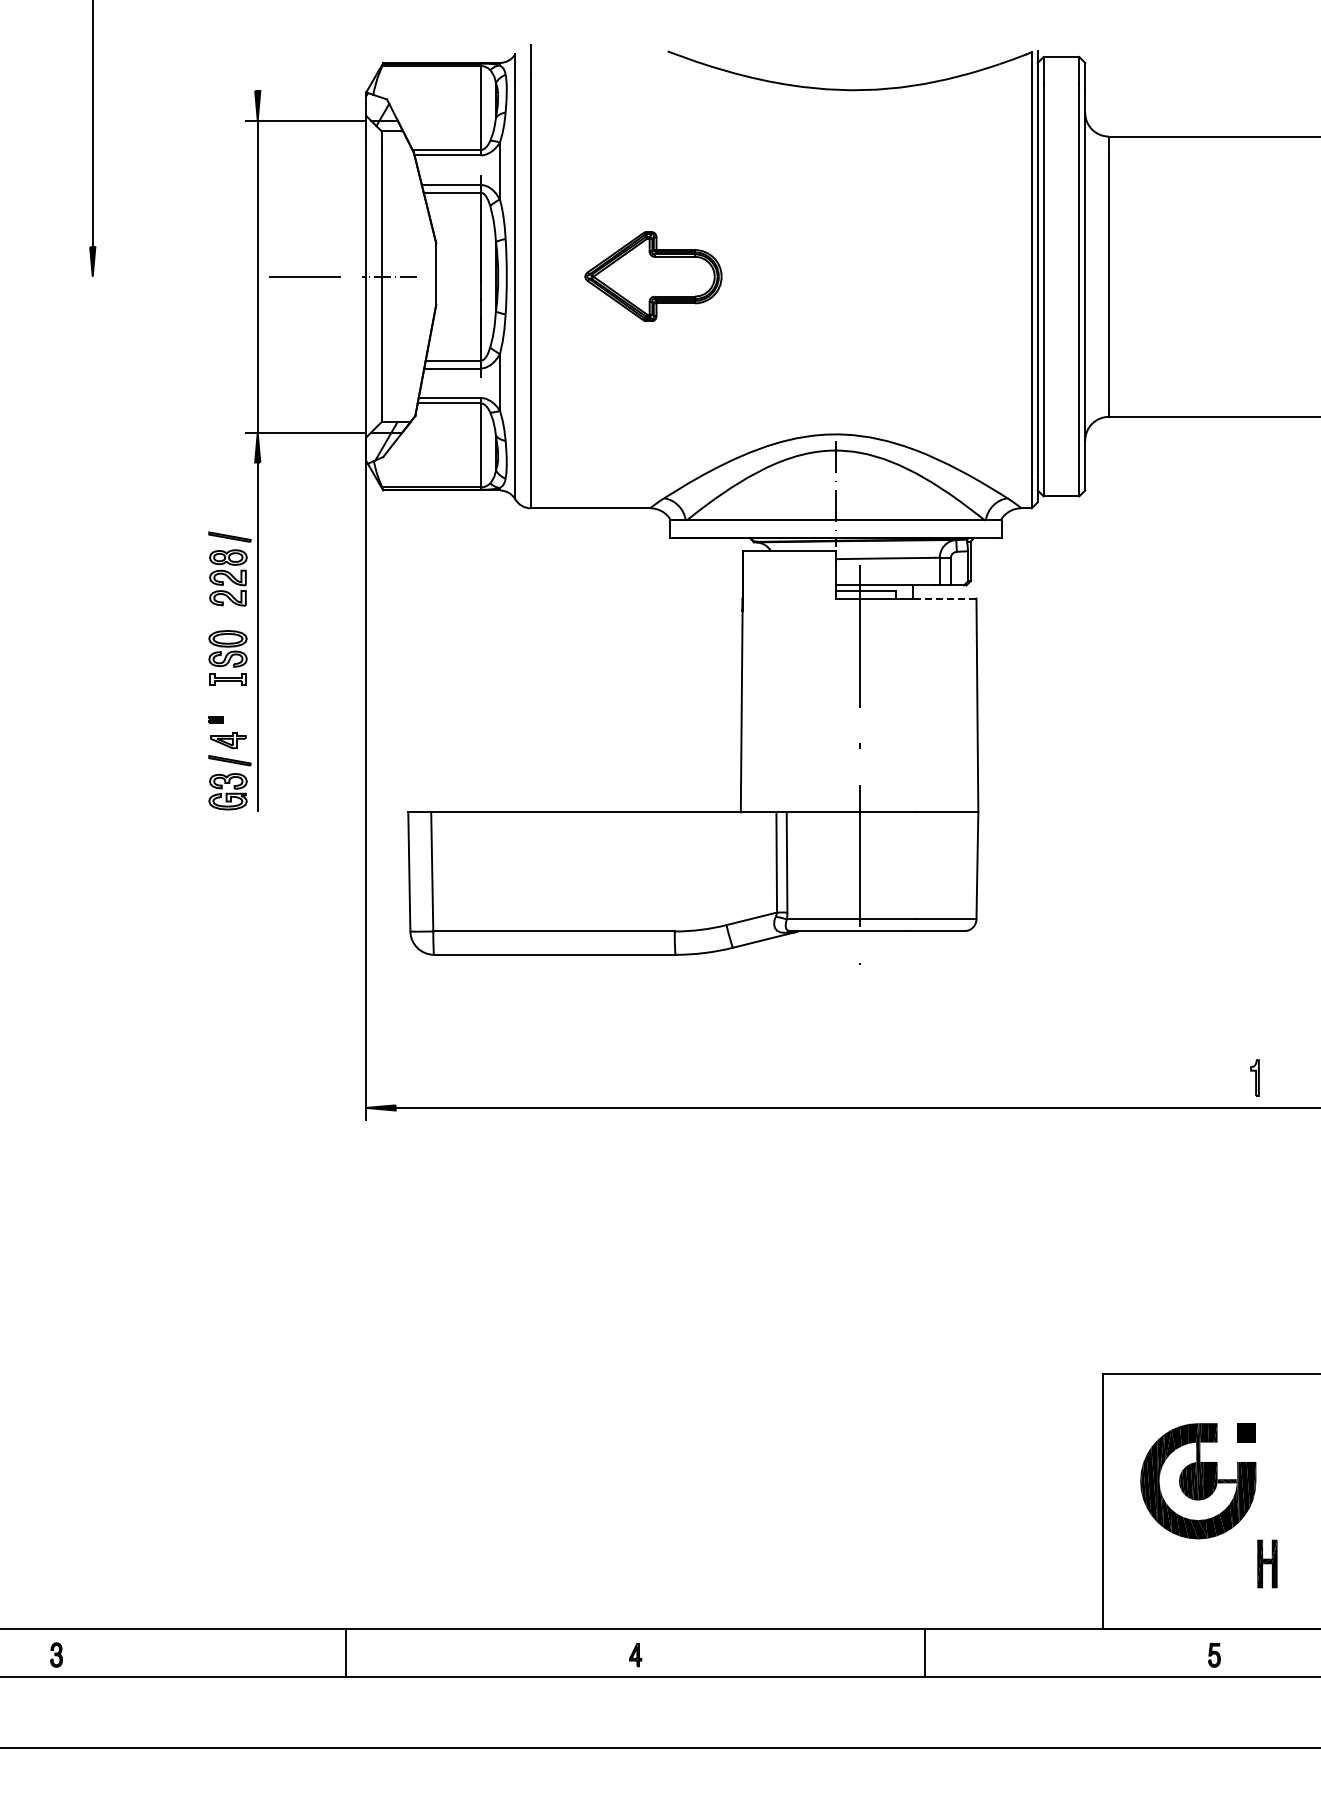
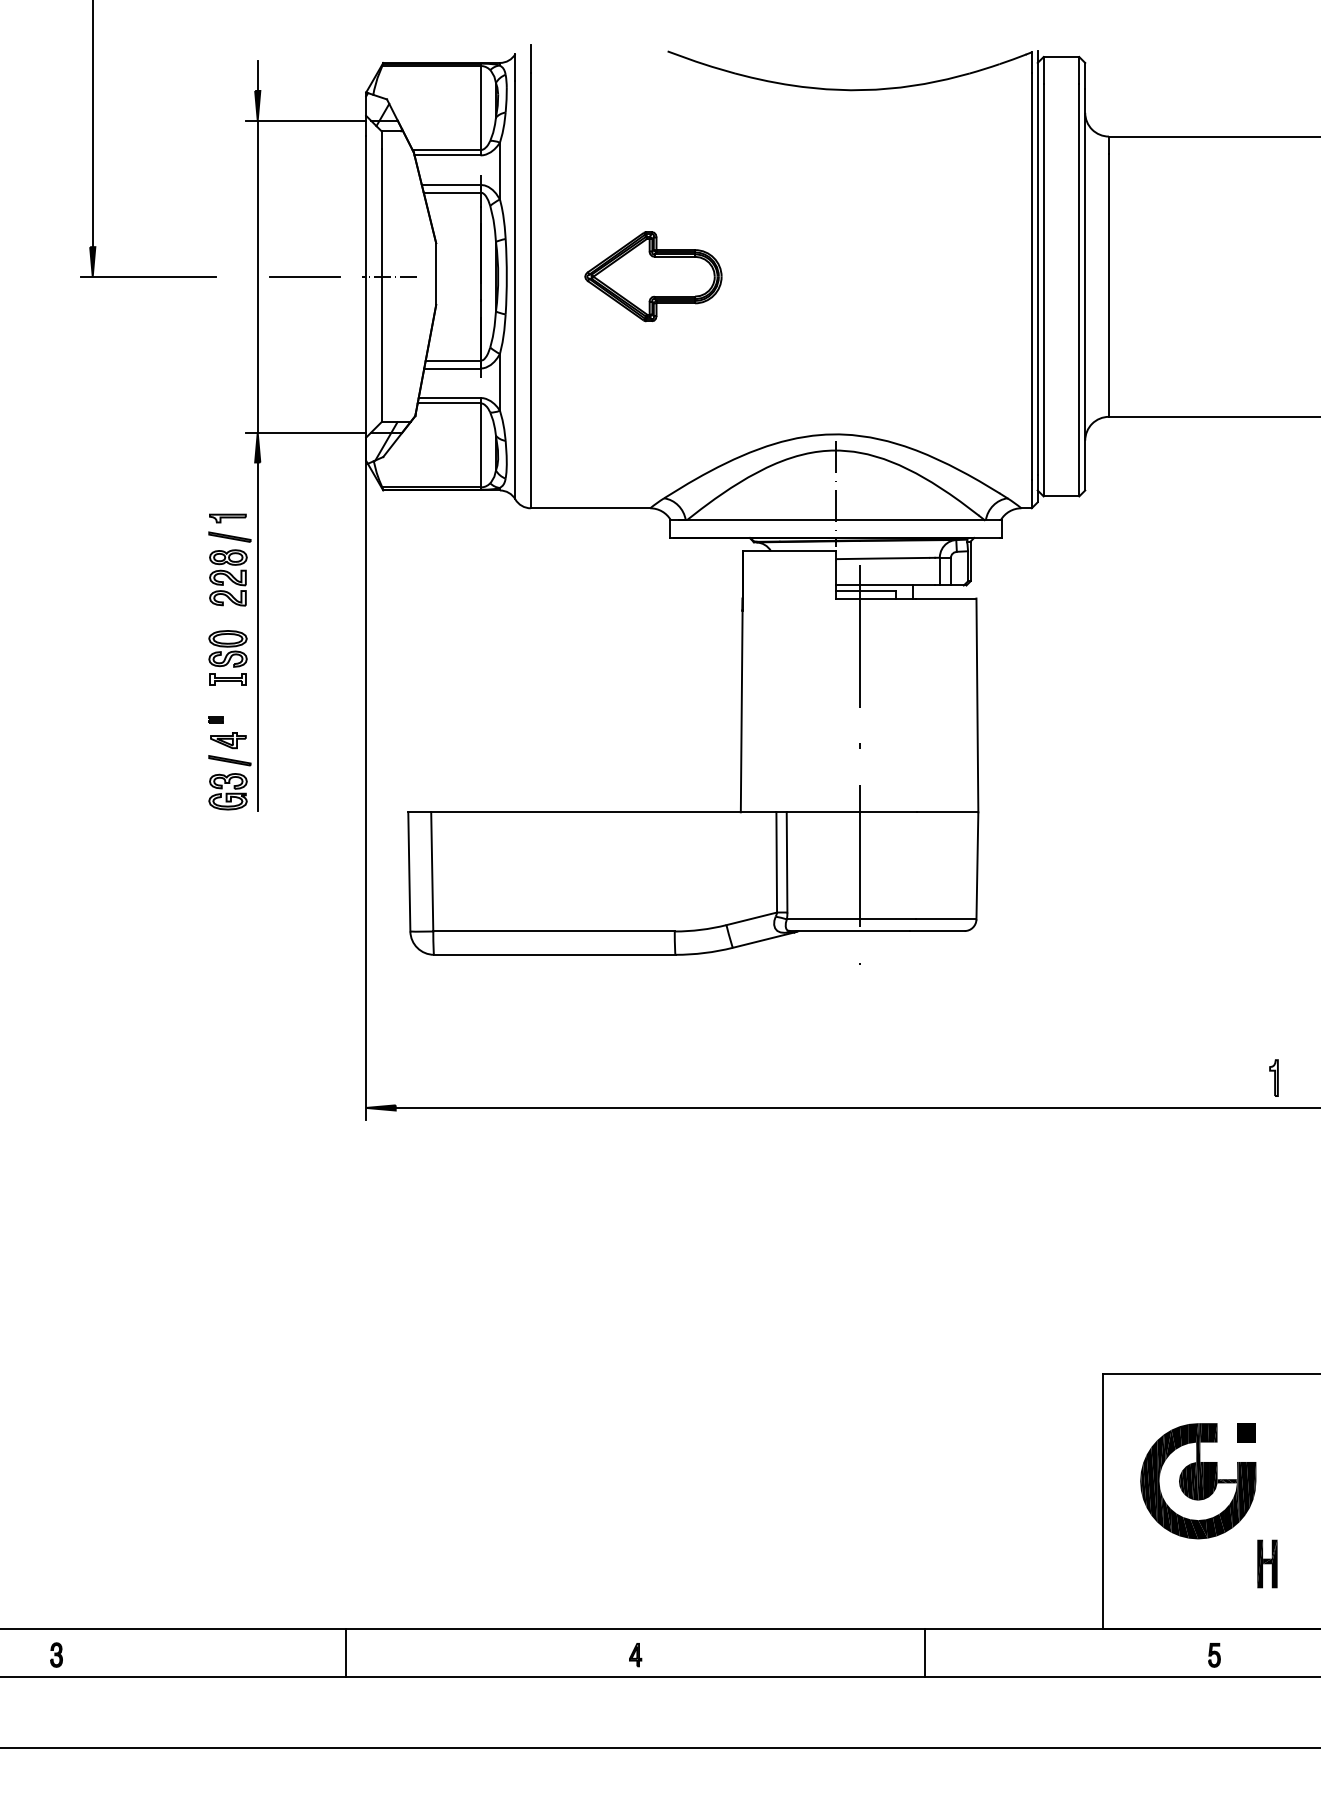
line at (257, 75): none -> present
line at (148, 276): none -> present
part at (227, 518): none -> present
line at (945, 598): dashed -> solid
part at (1254, 1077) position: (1254, 1077) -> (1273, 1077)
